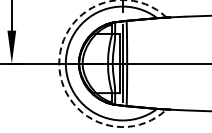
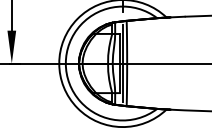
arc at (59, 63): dashed -> solid
